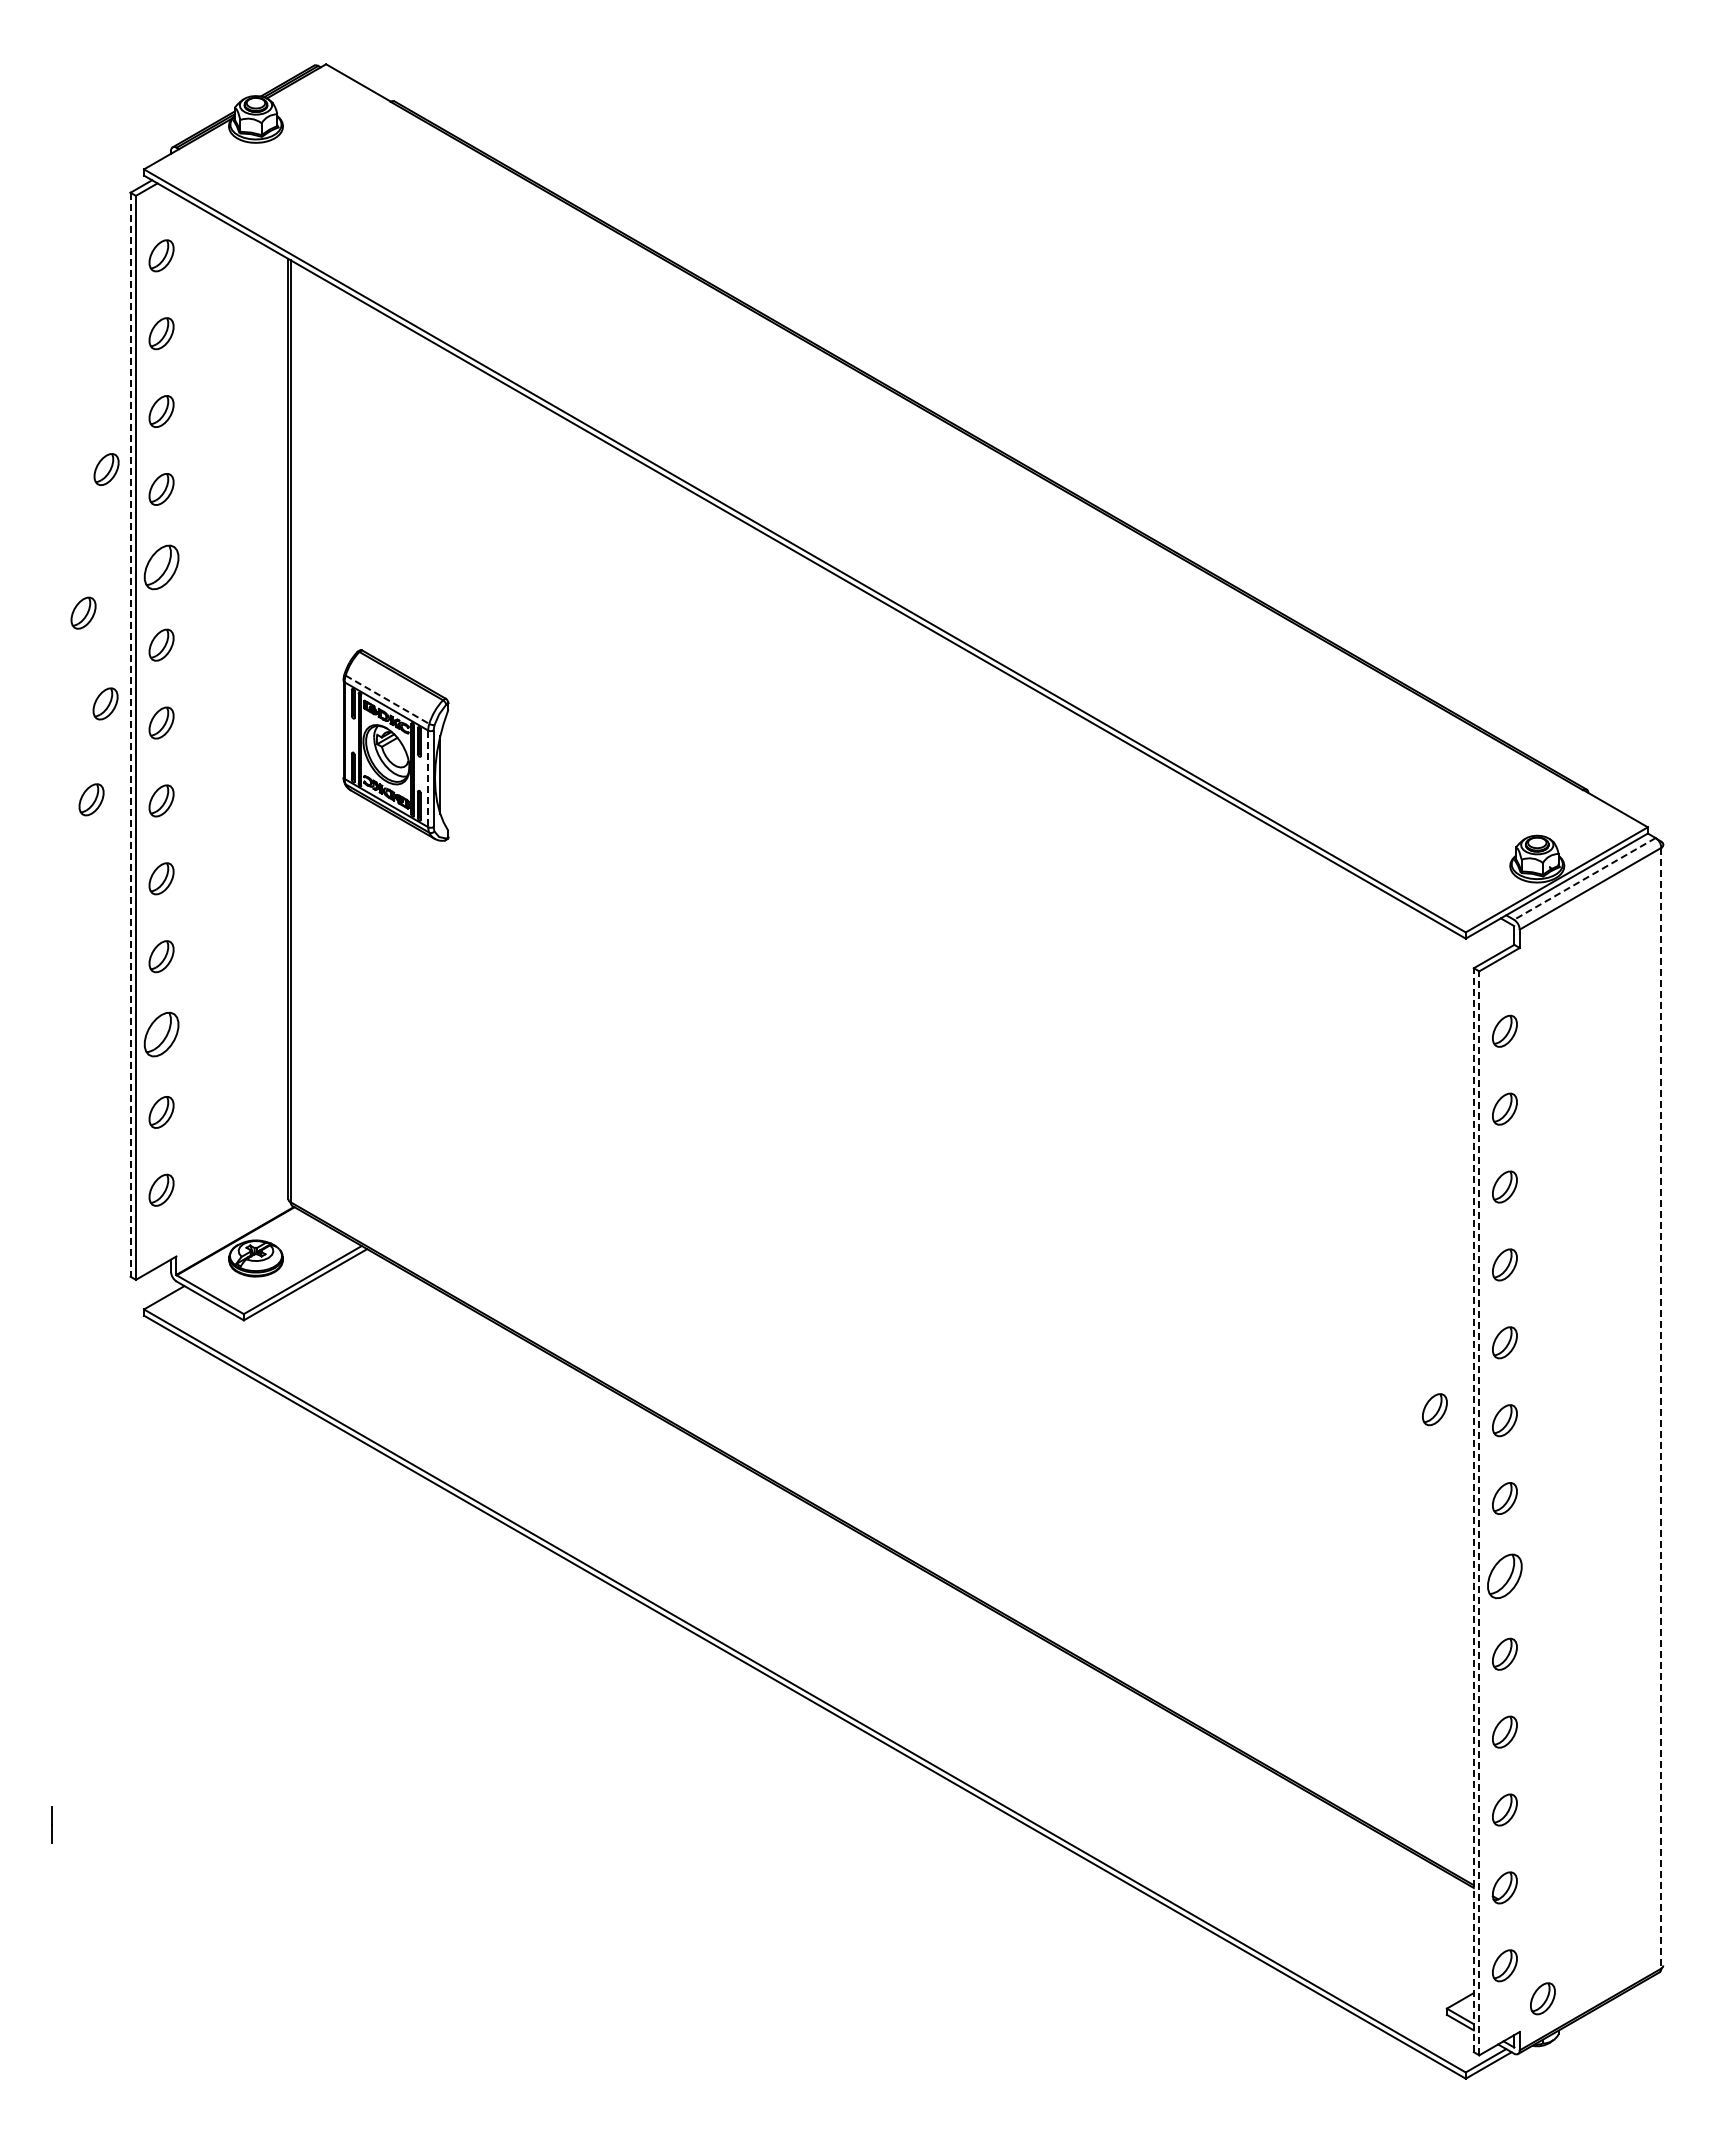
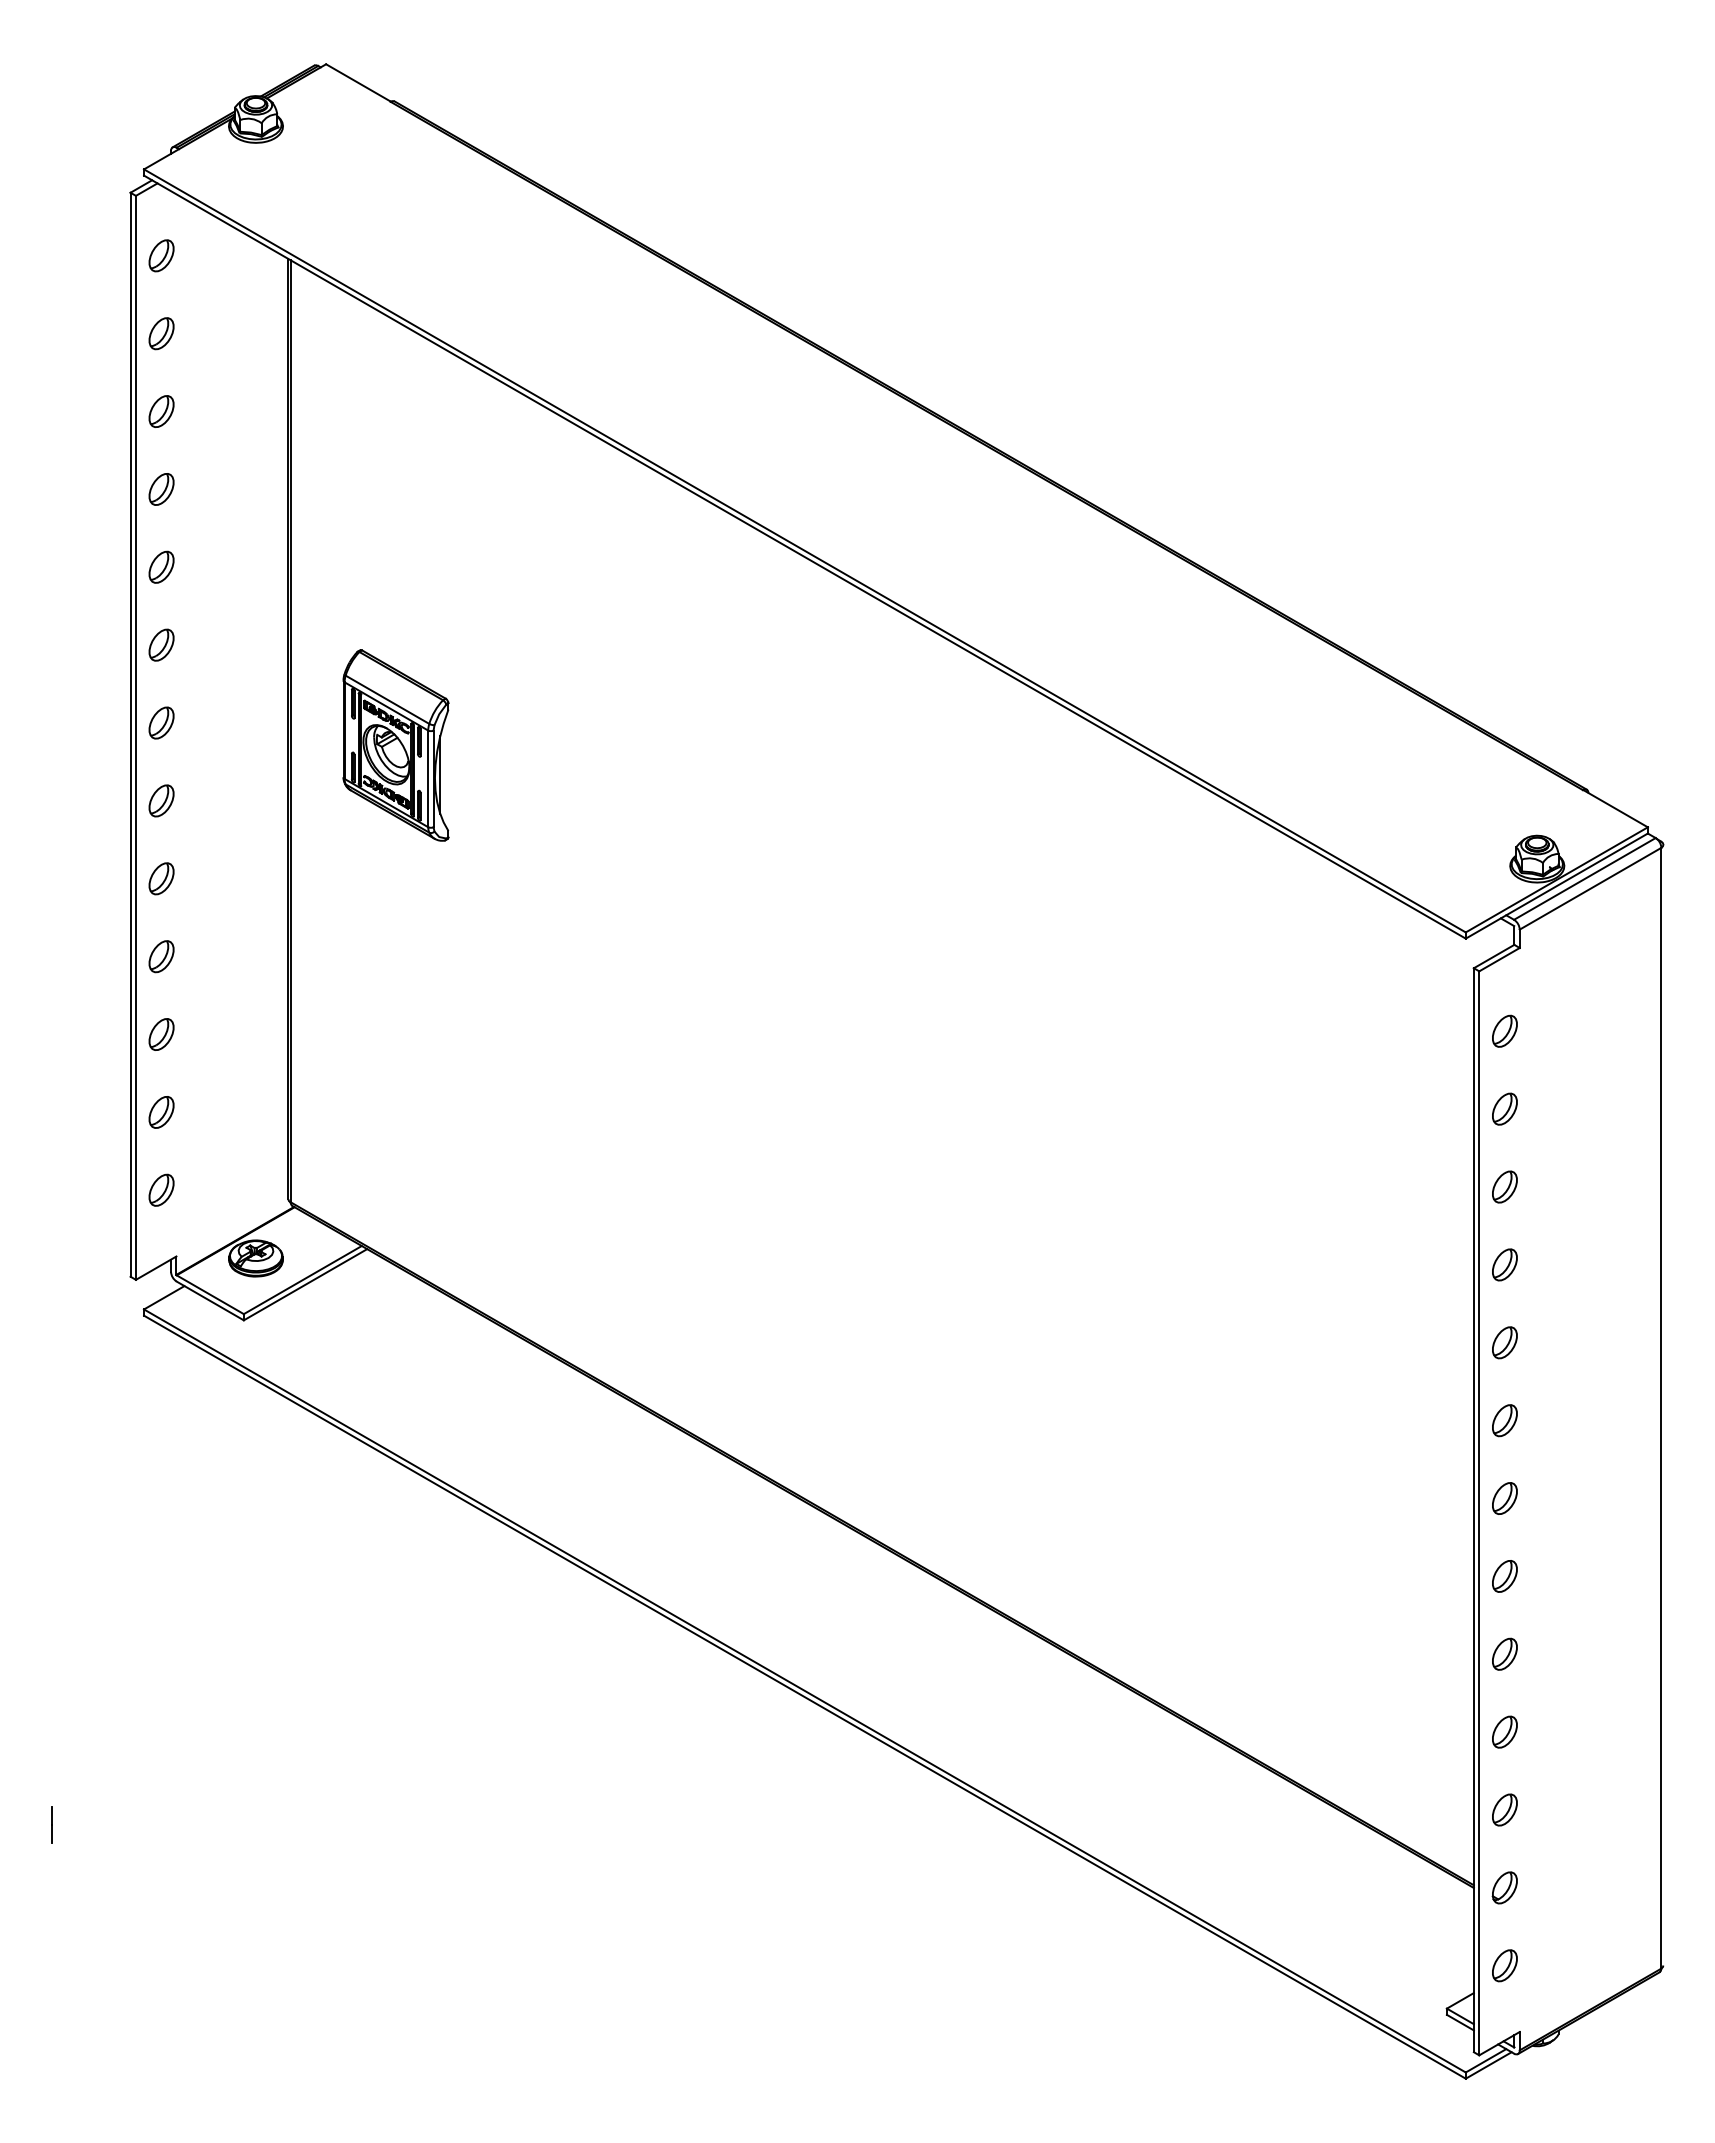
part at (106, 469): present -> none
part at (161, 567) size: 37x47 px -> 27x34 px
part at (83, 612): present -> none
line at (387, 700): dashed -> solid
part at (105, 703): present -> none
line at (130, 734): dashed -> solid
line at (428, 779): dashed -> solid
part at (91, 799): present -> none
line at (1584, 878): dashed -> solid
part at (161, 1034) size: 37x47 px -> 27x33 px
line at (1661, 1408): dashed -> solid
part at (1434, 1409): present -> none
line at (1473, 1510): dashed -> solid
line at (1479, 1513): dashed -> solid
part at (1504, 1576) size: 36x47 px -> 26x33 px
part at (1542, 1998): present -> none
